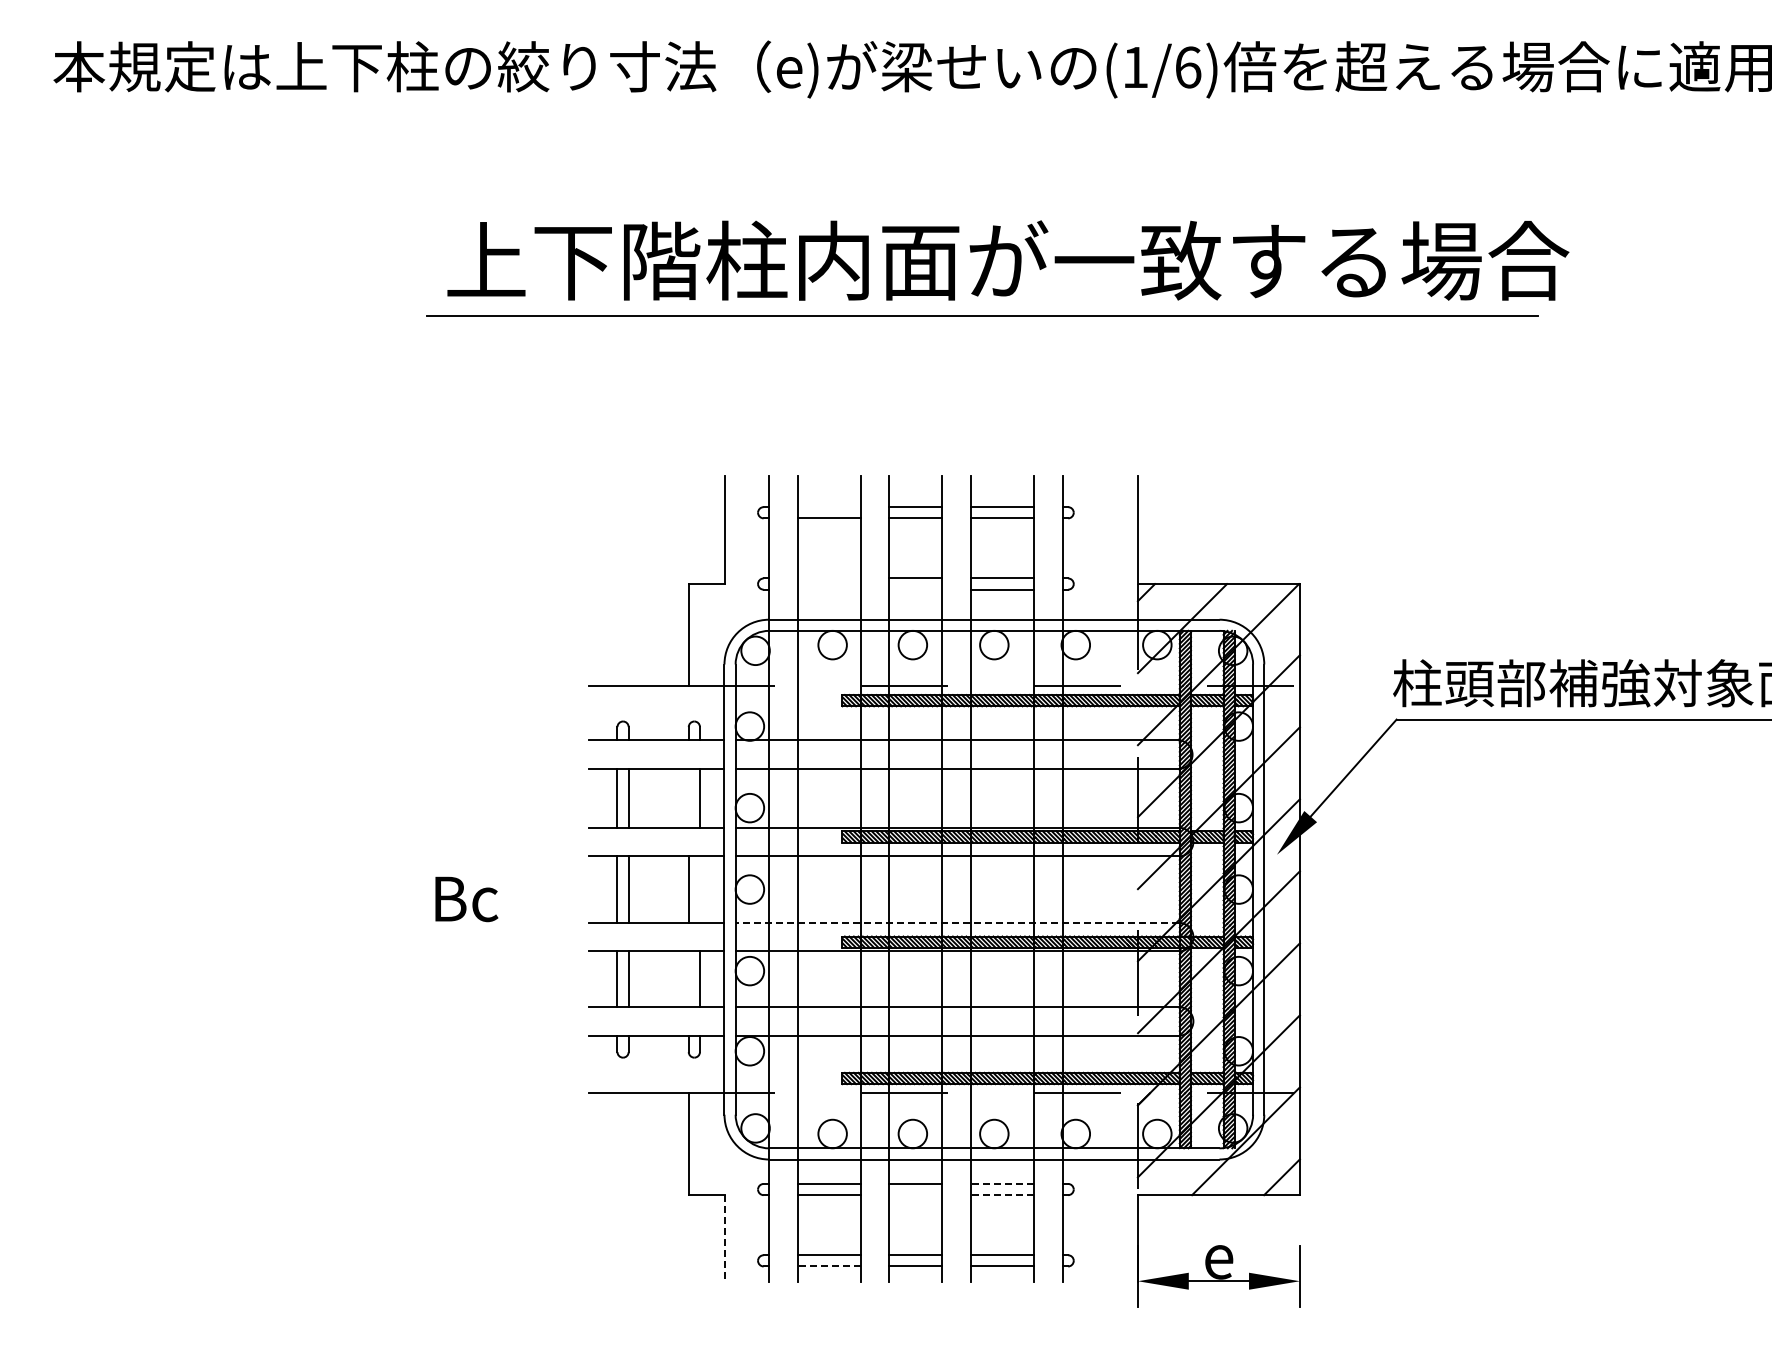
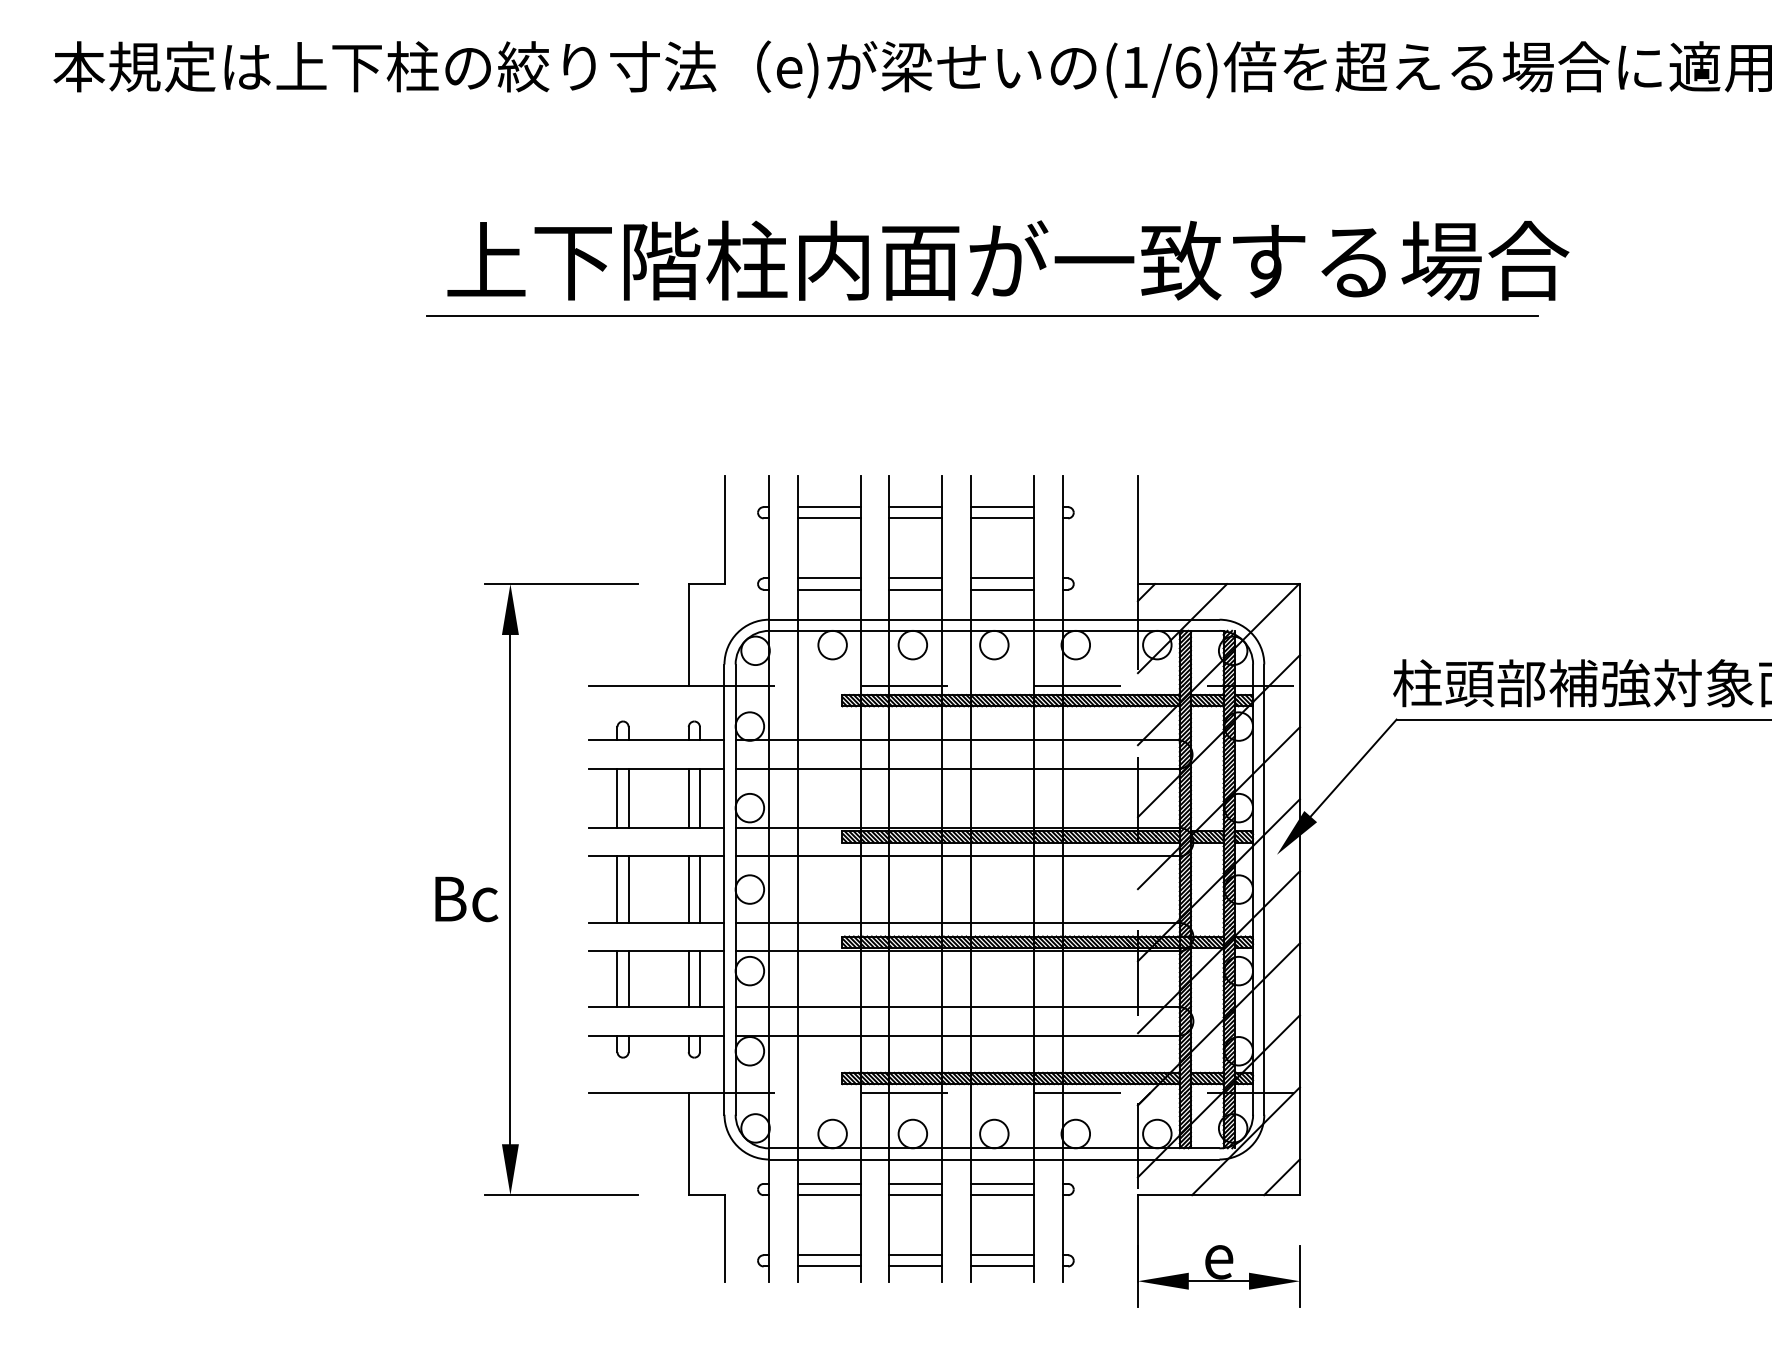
line at (828, 507): none -> present
line at (828, 578): none -> present
line at (828, 589): none -> present
line at (915, 589): none -> present
line at (688, 797): none -> present
part at (510, 889): none -> present
line at (699, 889): none -> present
line at (957, 922): dashed -> solid
line at (688, 979): none -> present
line at (1002, 1183): dashed -> solid
line at (915, 1195): none -> present
line at (1002, 1195): dashed -> solid
line at (725, 1238): dashed -> solid
line at (829, 1266): dashed -> solid
